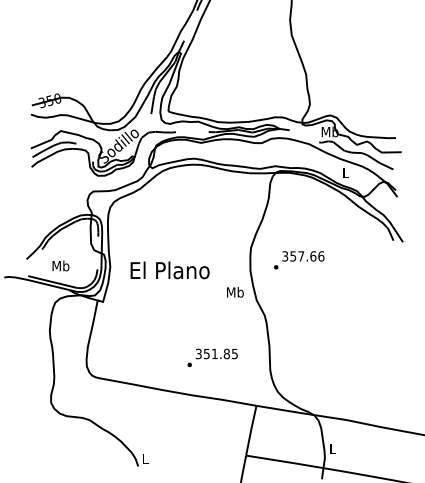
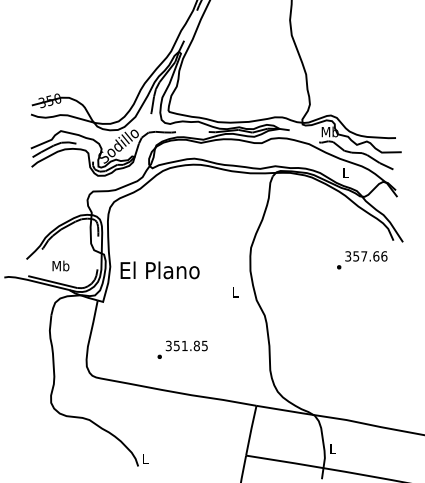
text at (299, 260) position: (299, 260) -> (362, 260)
text at (169, 270) position: (169, 270) -> (159, 270)
text at (235, 292): Mb -> L
text at (212, 357) position: (212, 357) -> (182, 349)
